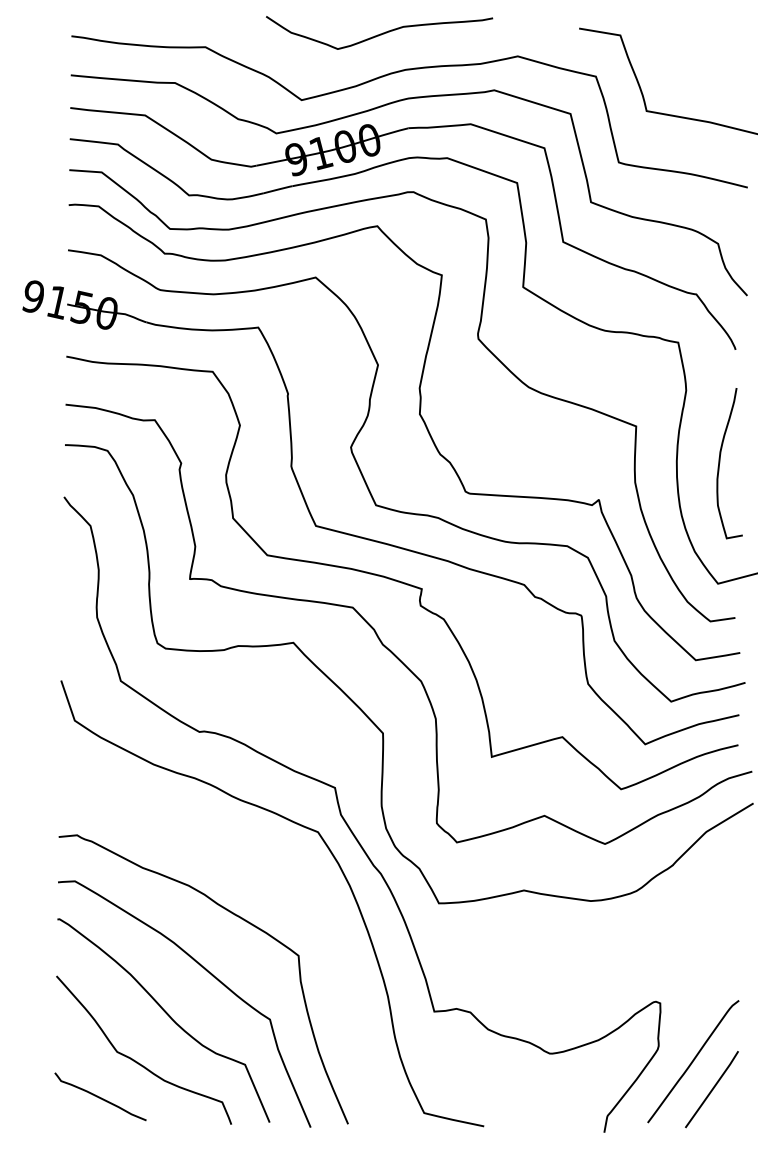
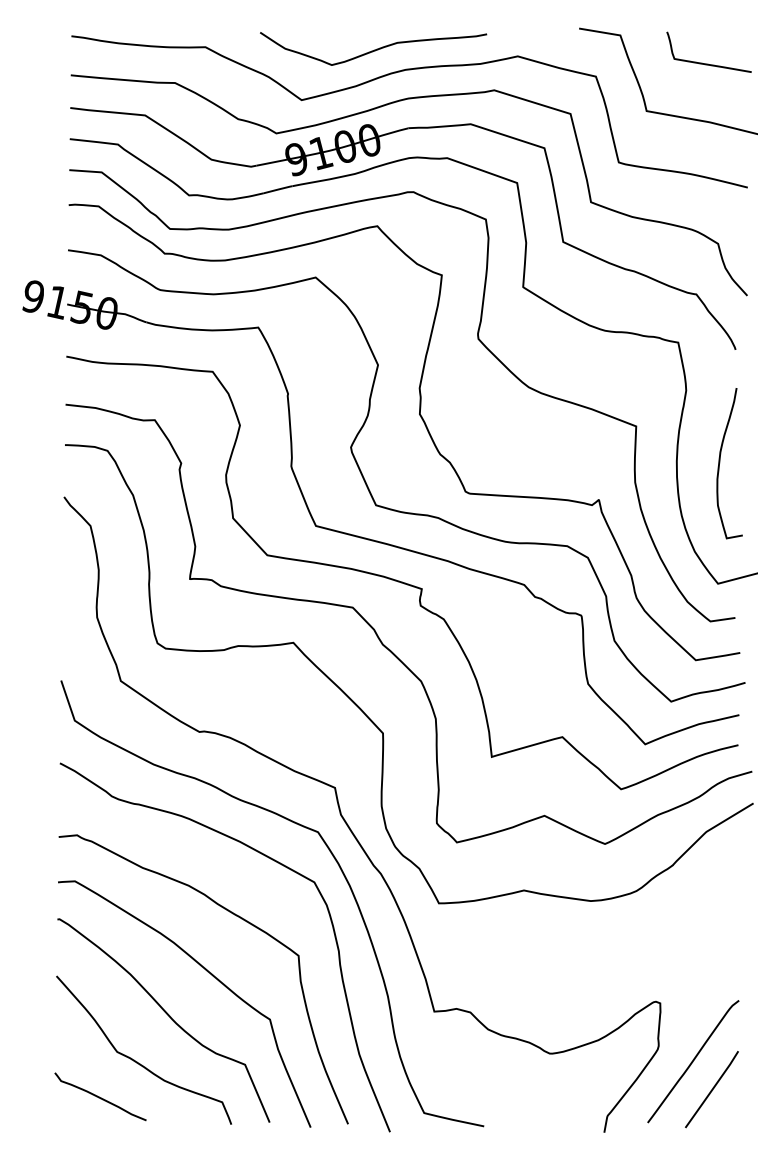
curve at (380, 33) position: (380, 33) -> (374, 49)
curve at (708, 63): none -> present
curve at (268, 858): none -> present
